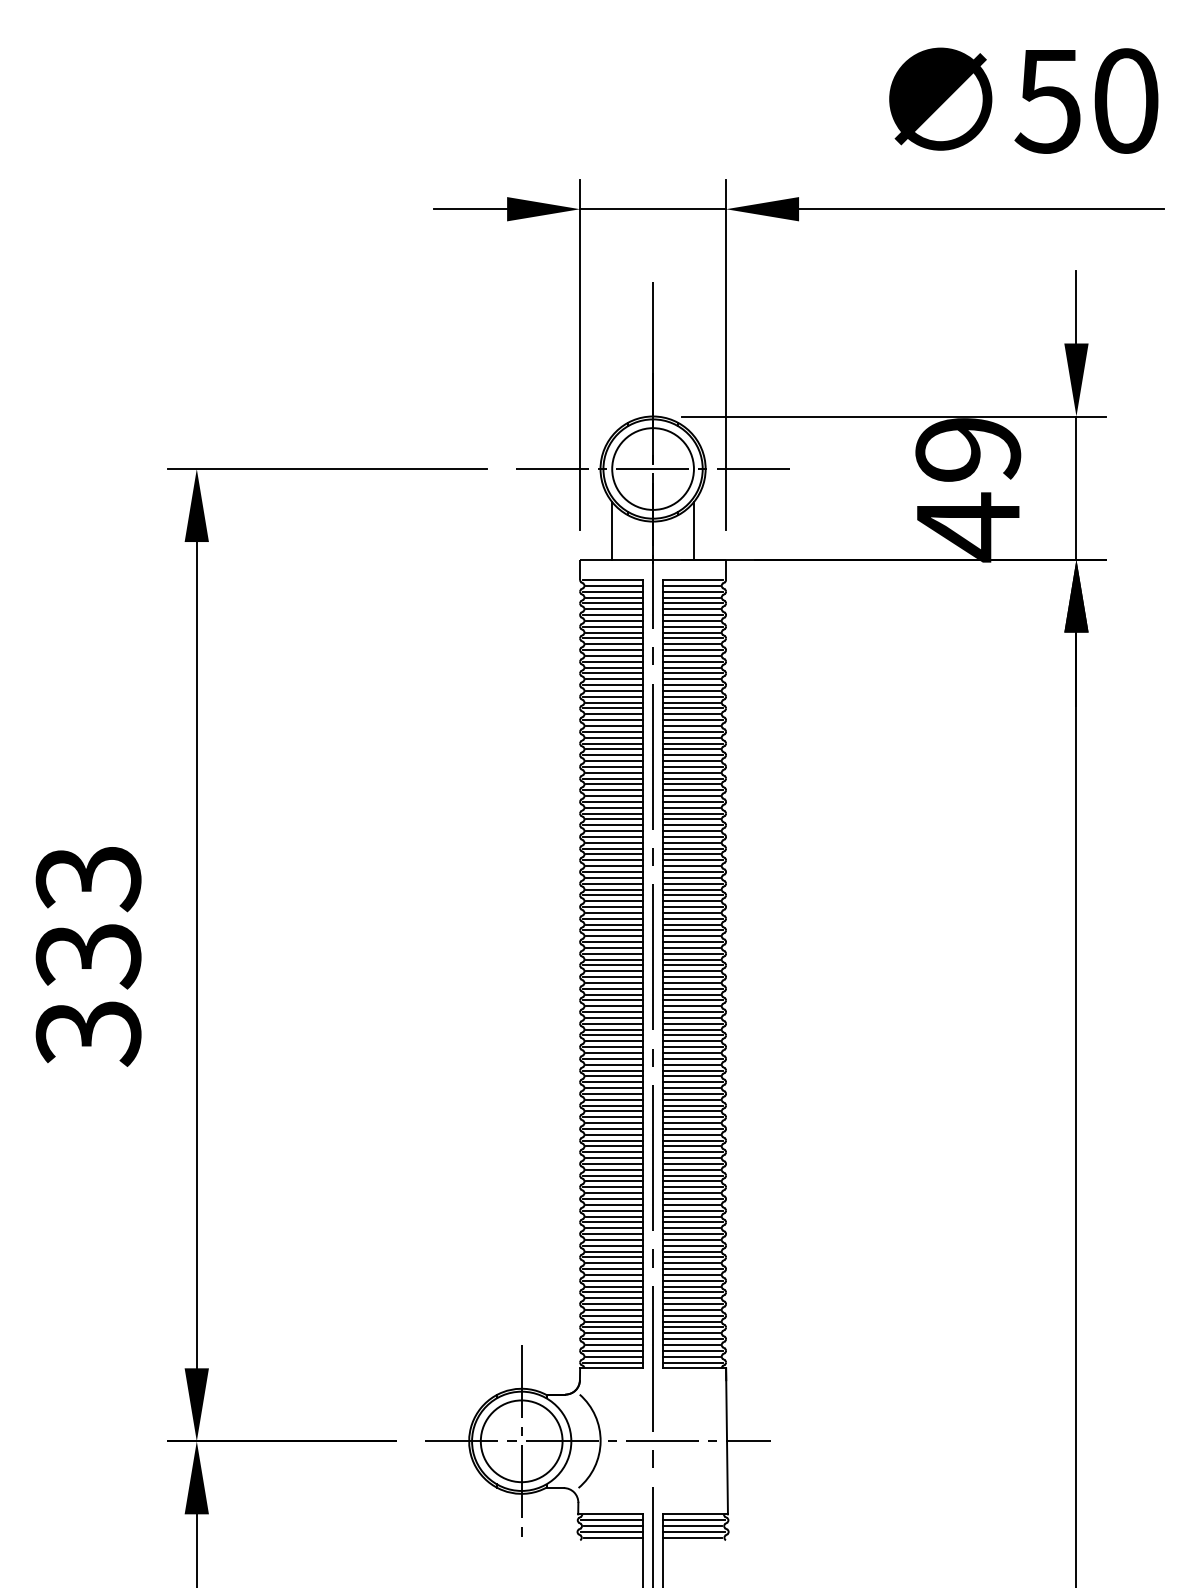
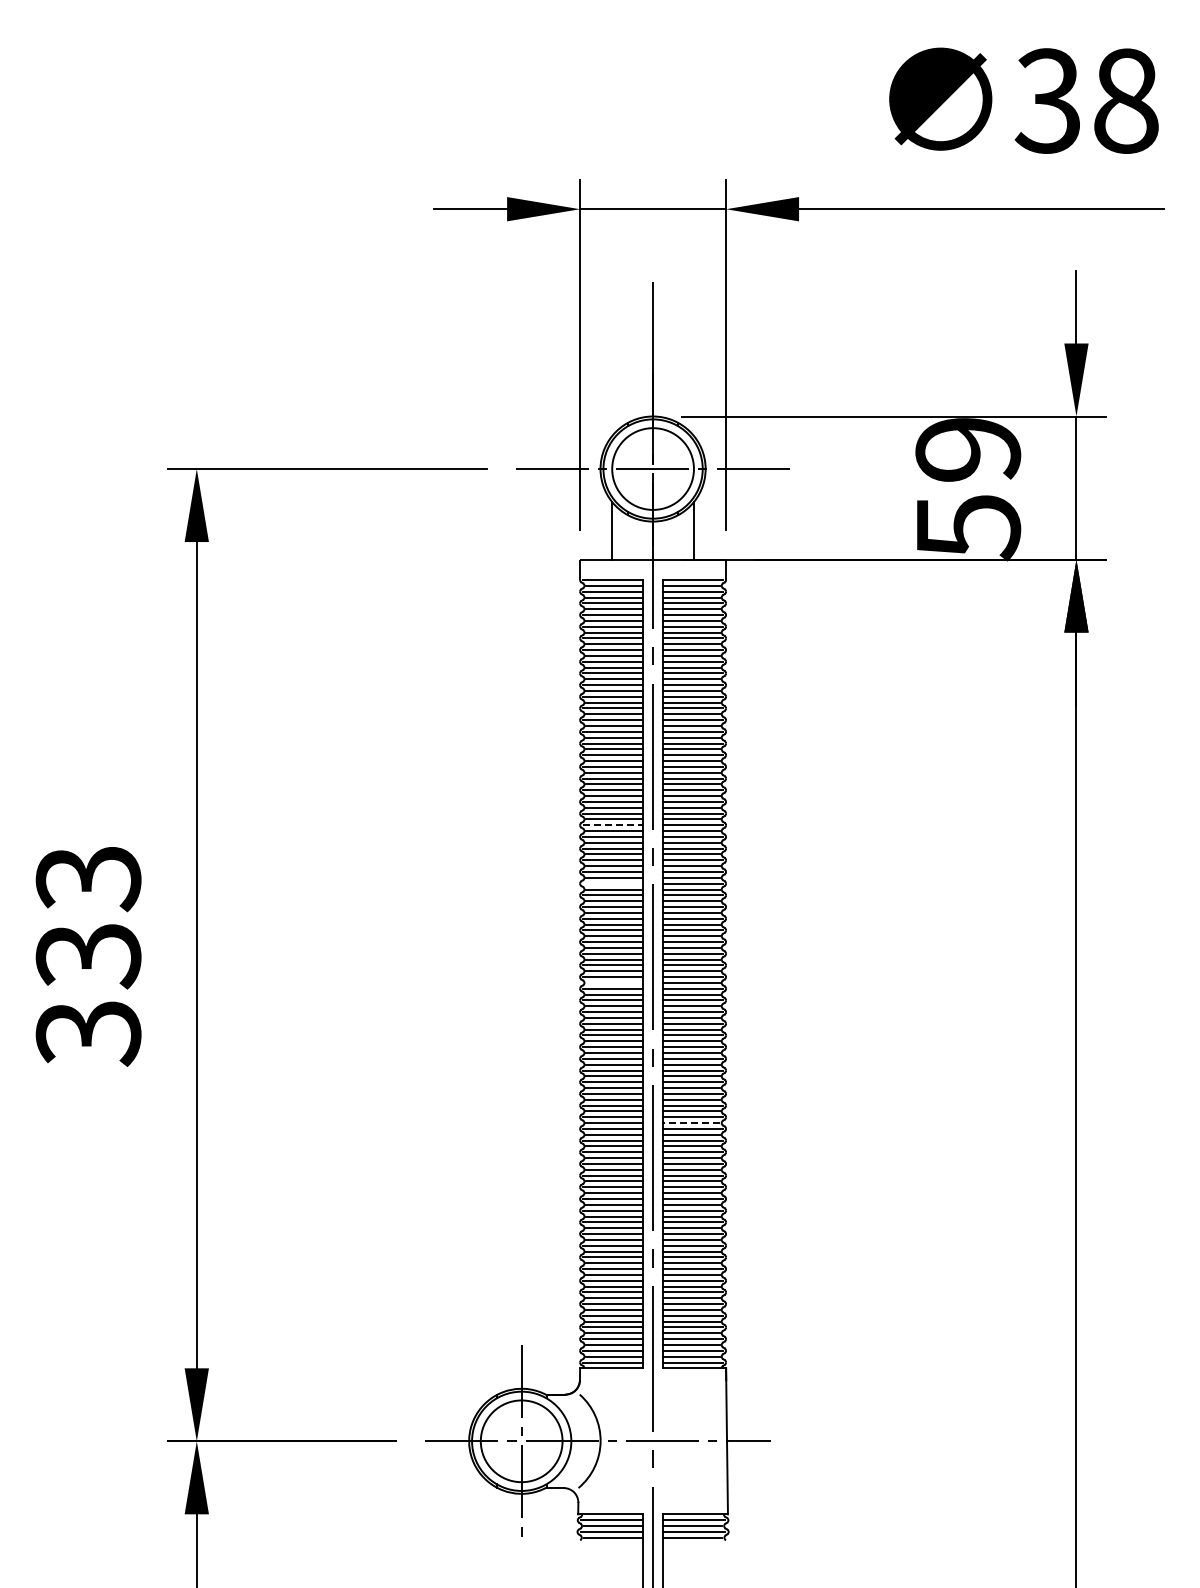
text at (1086, 100): 50 -> 38
text at (969, 527): 49 -> 59
line at (612, 825): solid -> dashed
line at (612, 883): present -> none
line at (614, 982): present -> none
line at (691, 1123): solid -> dashed
